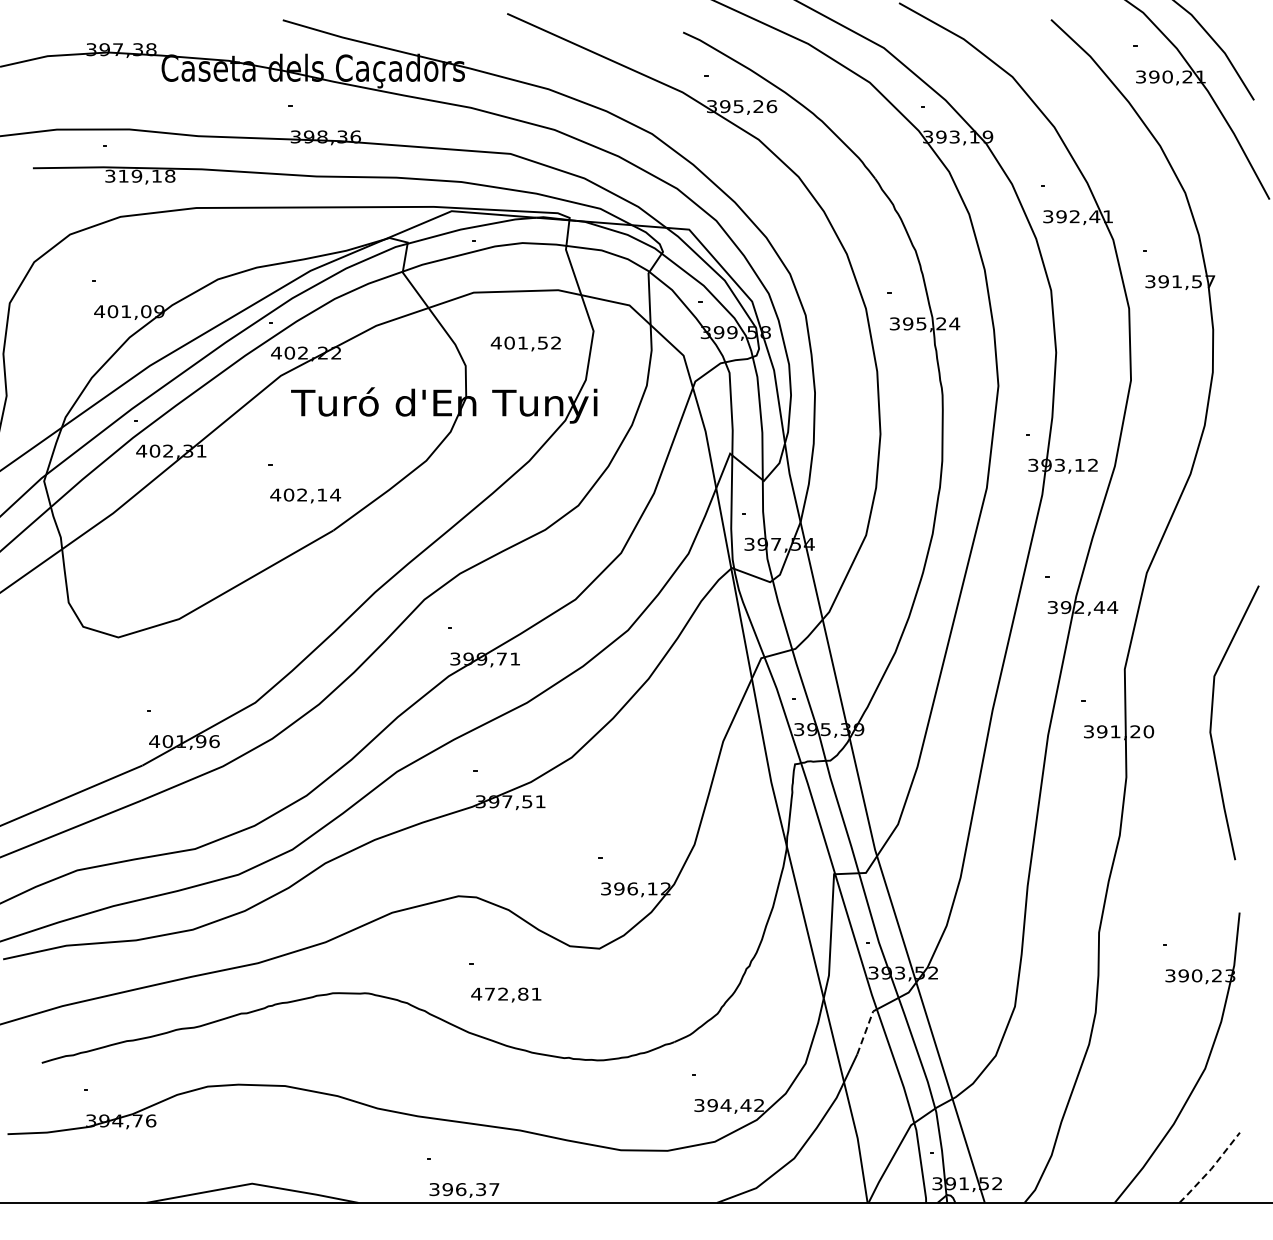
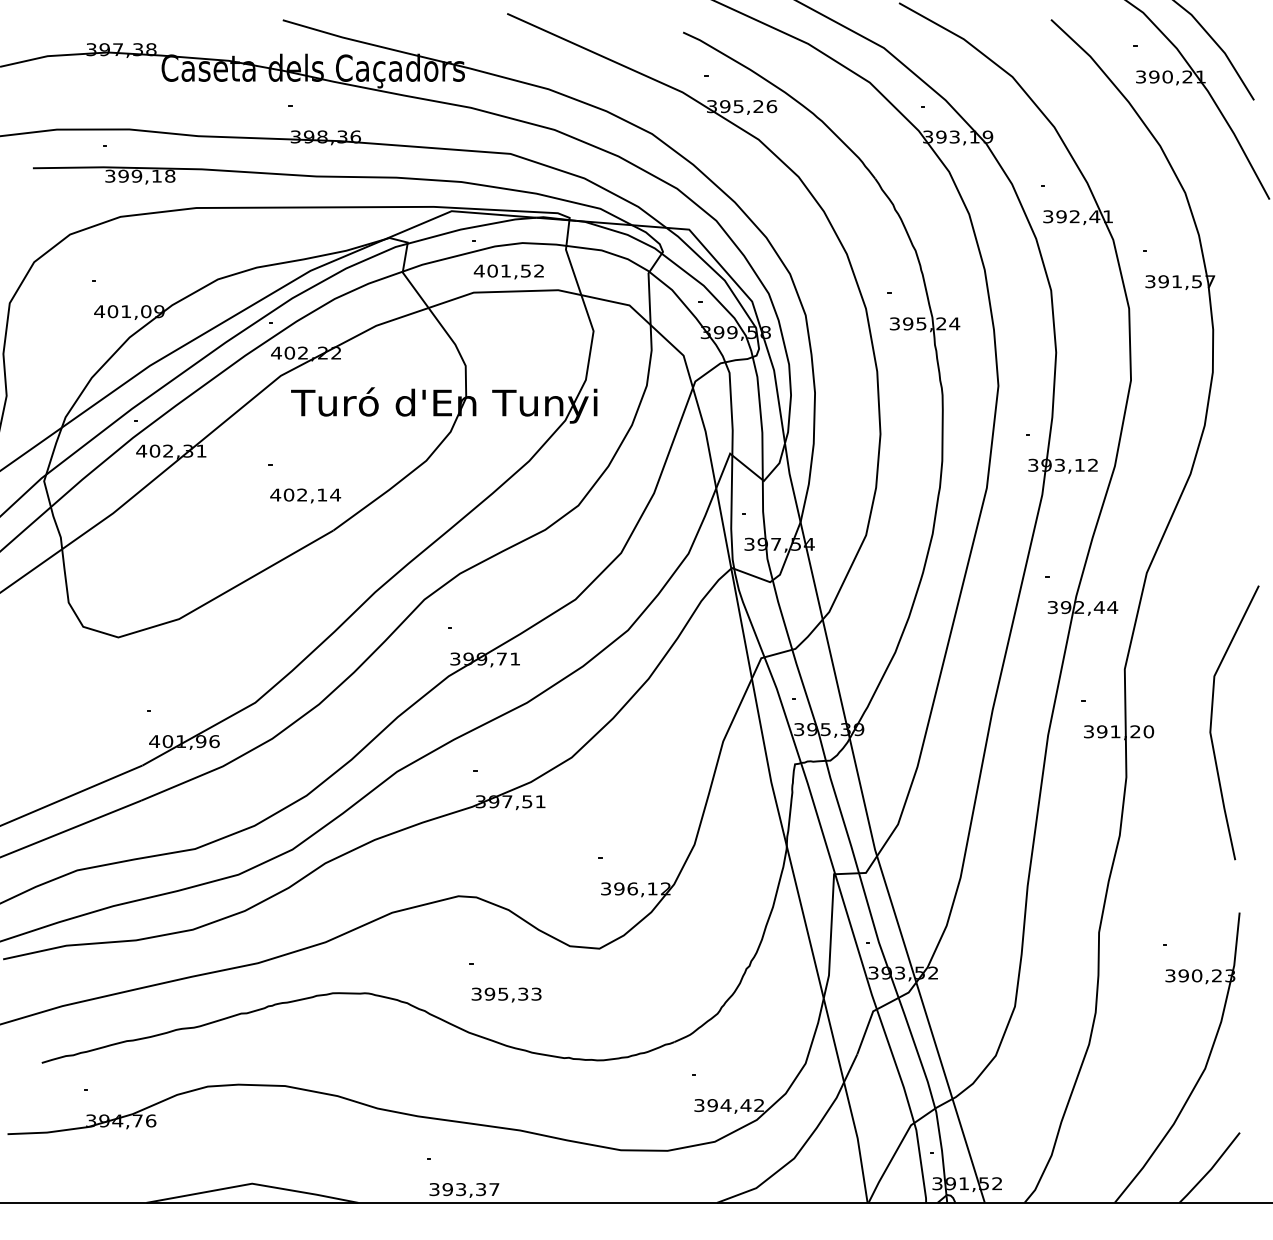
text at (123, 175): 319,18 -> 399,18
text at (525, 343) position: (525, 343) -> (508, 271)
text at (506, 993): 472,81 -> 395,33
line at (866, 1030): dashed -> solid
line at (1211, 1169): dashed -> solid
text at (461, 1189): 396,37 -> 393,37
